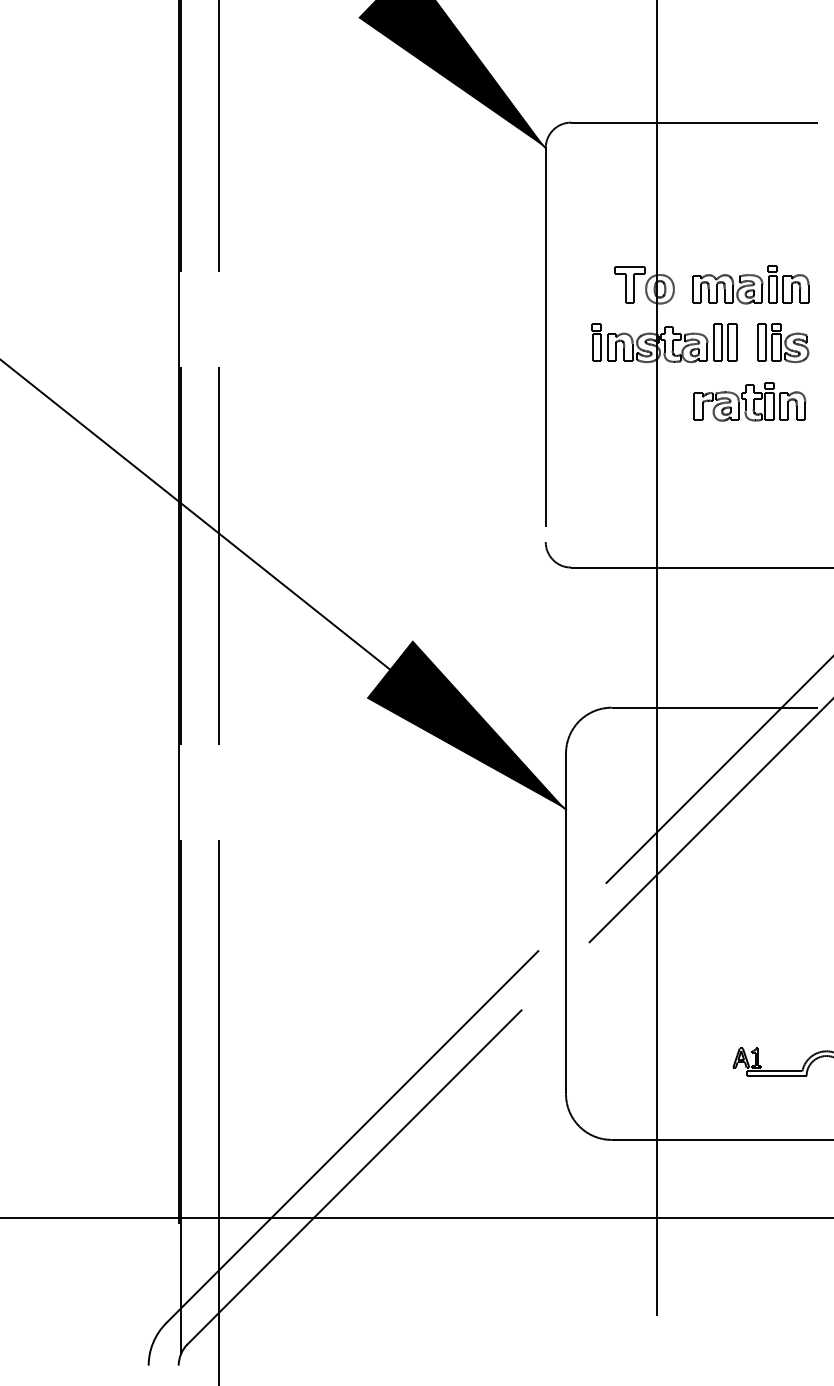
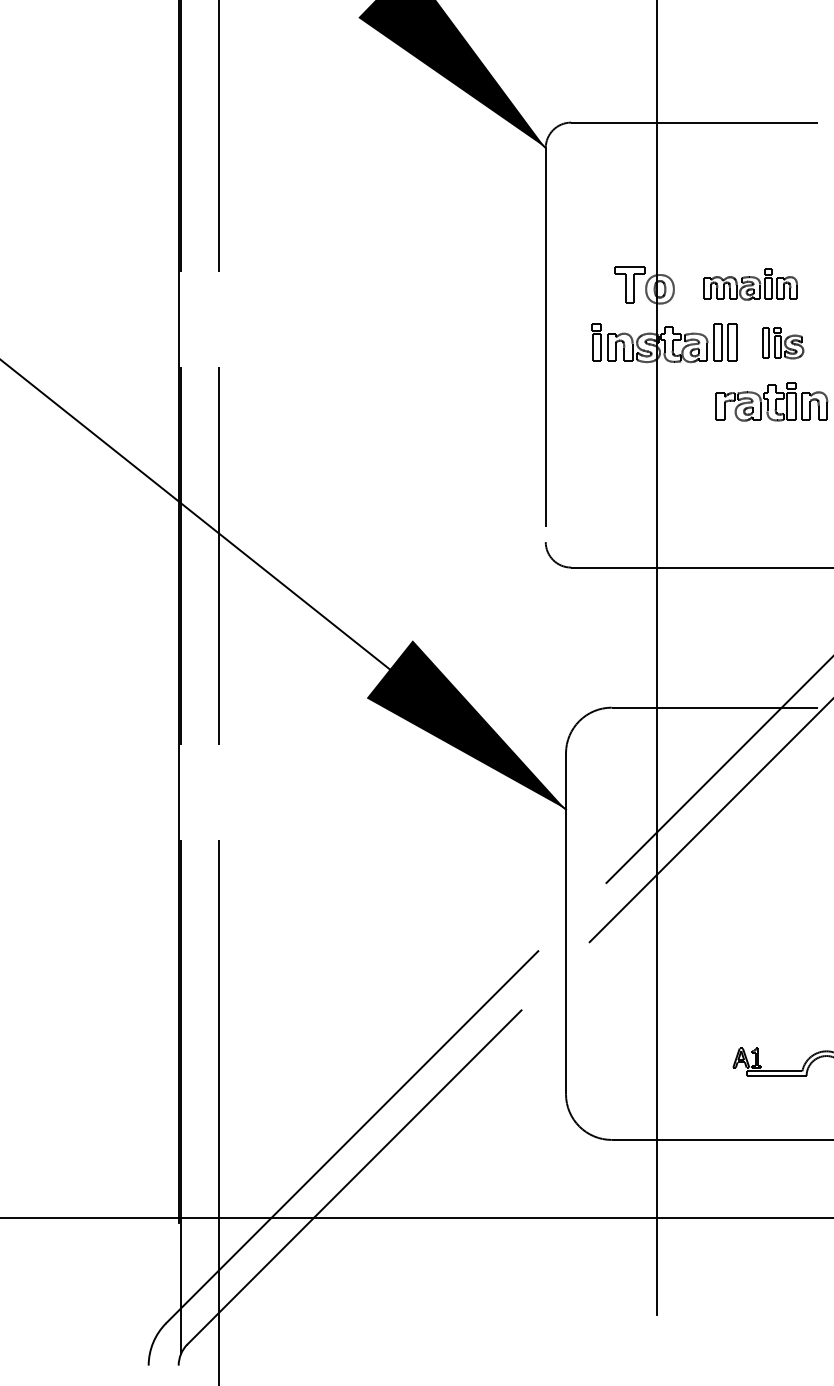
part at (750, 284) size: 118x40 px -> 95x33 px
part at (783, 343) size: 53x41 px -> 43x33 px
part at (749, 401) position: (749, 401) -> (771, 401)
